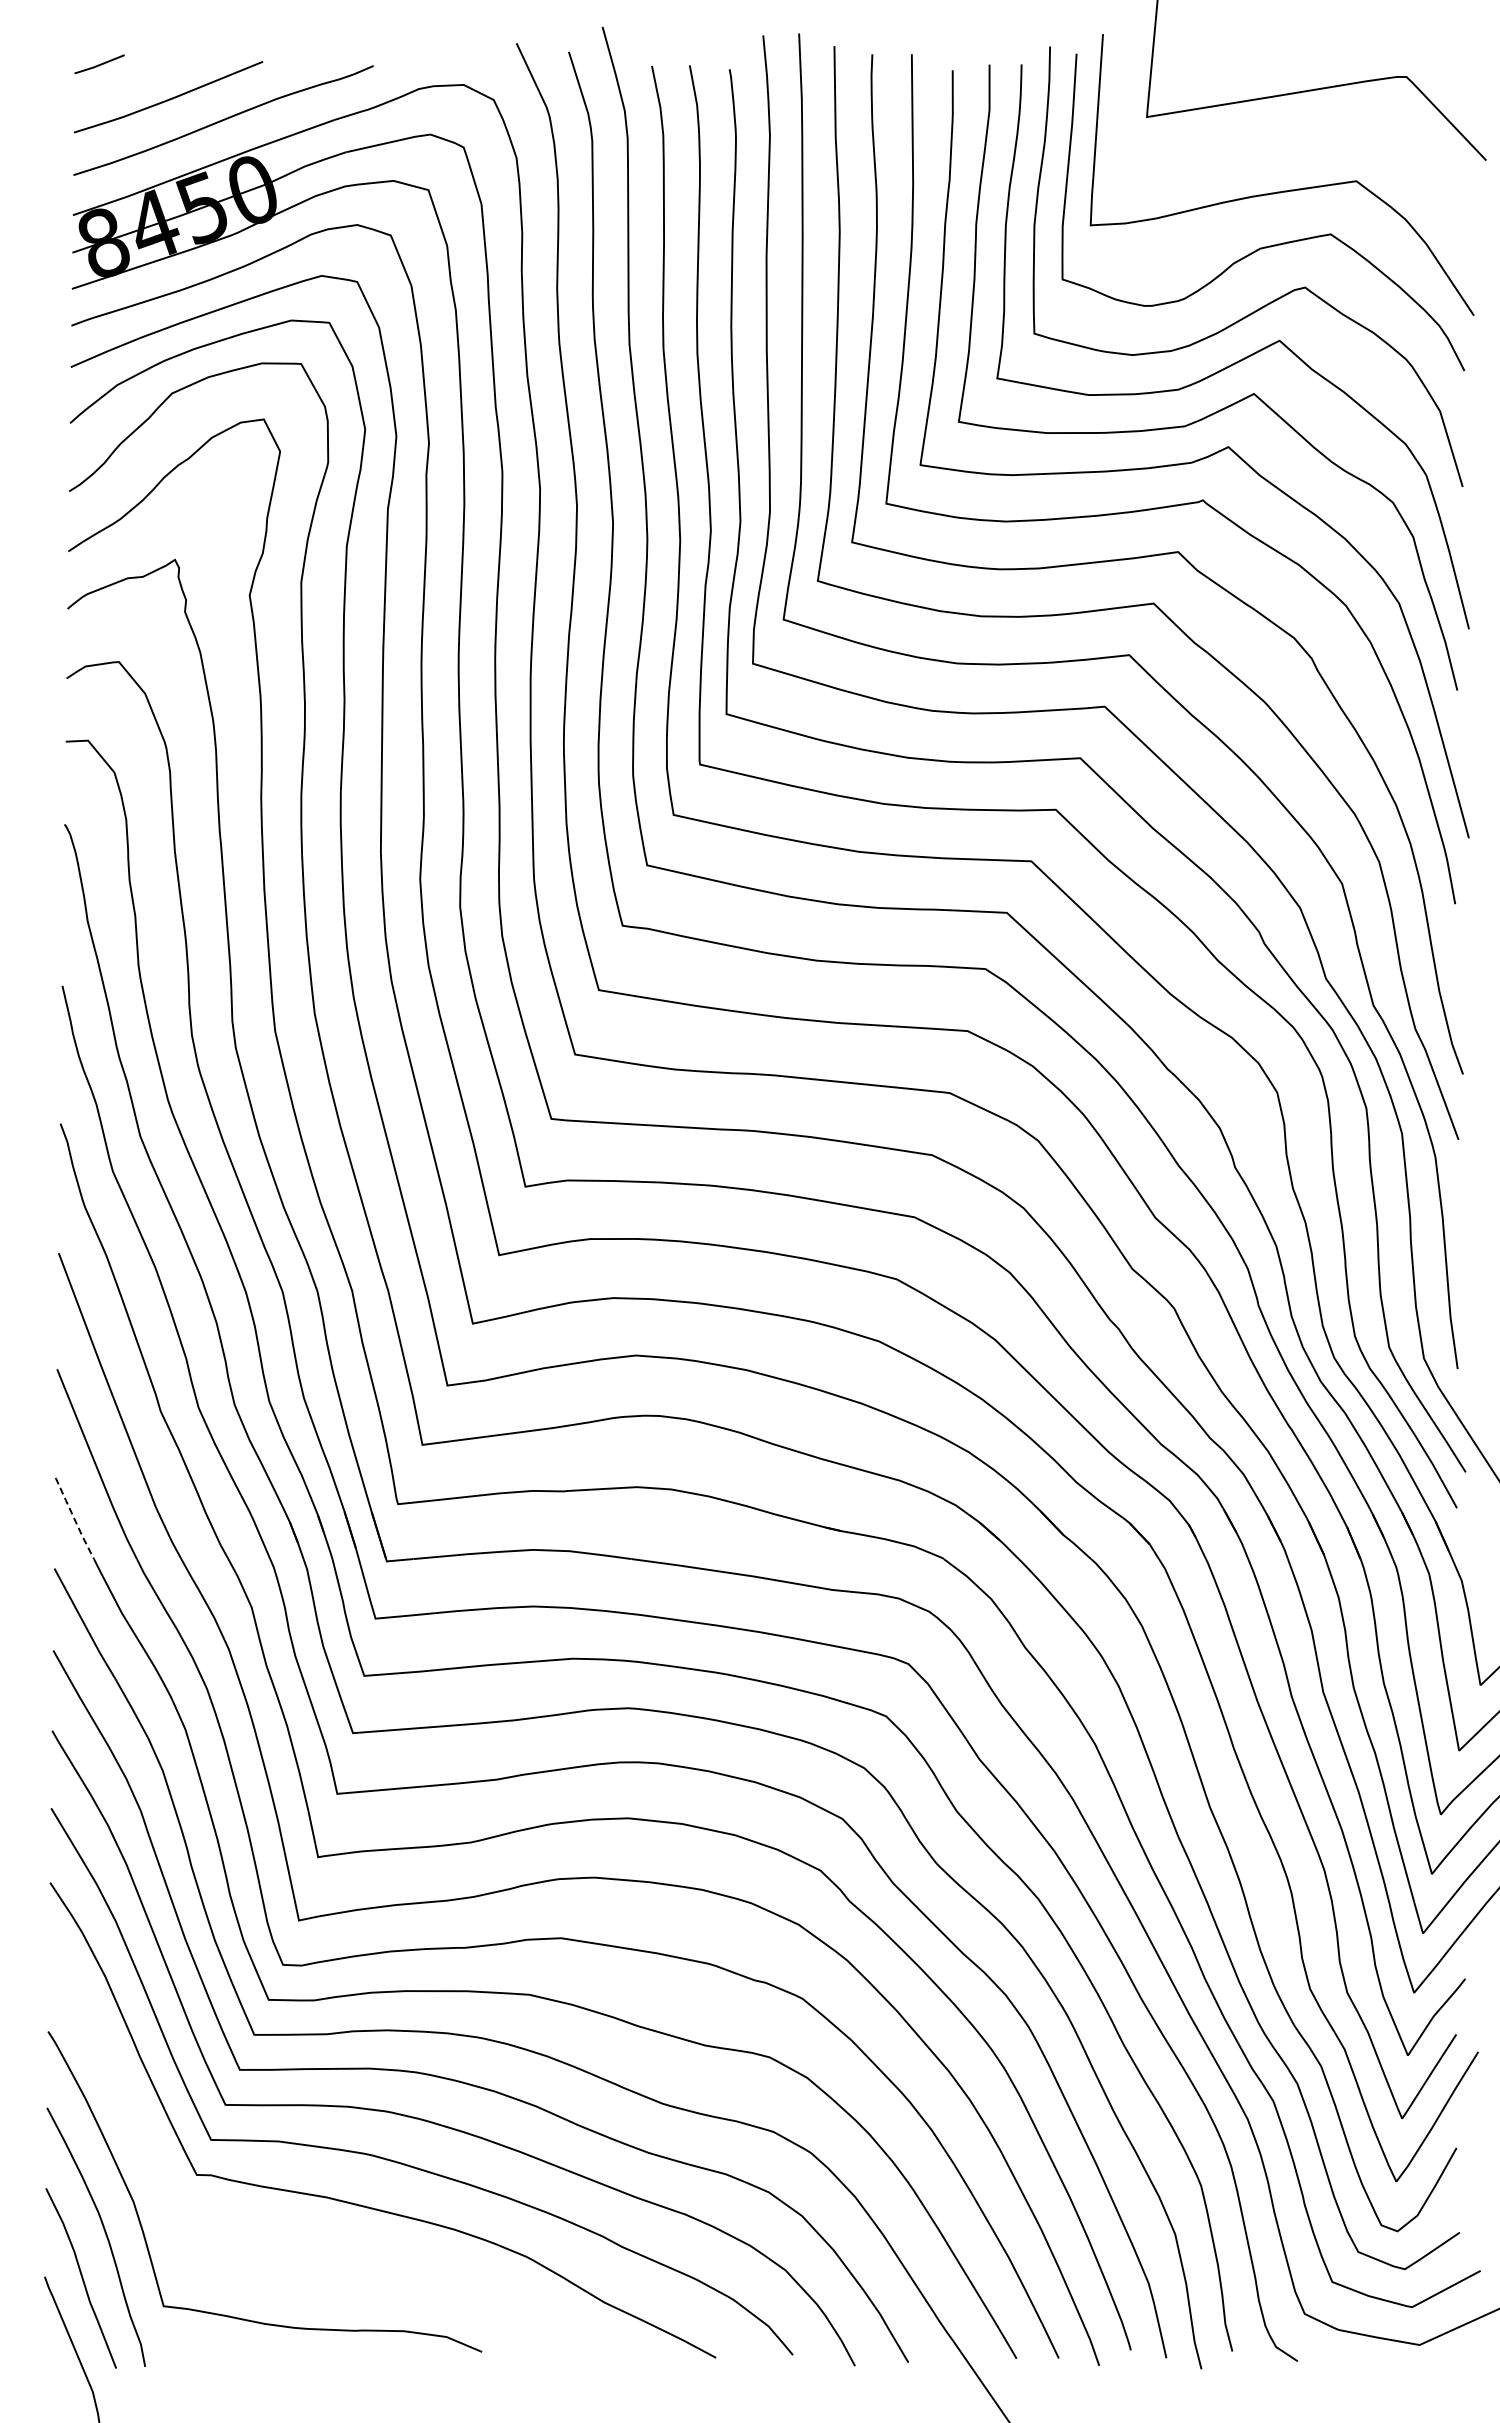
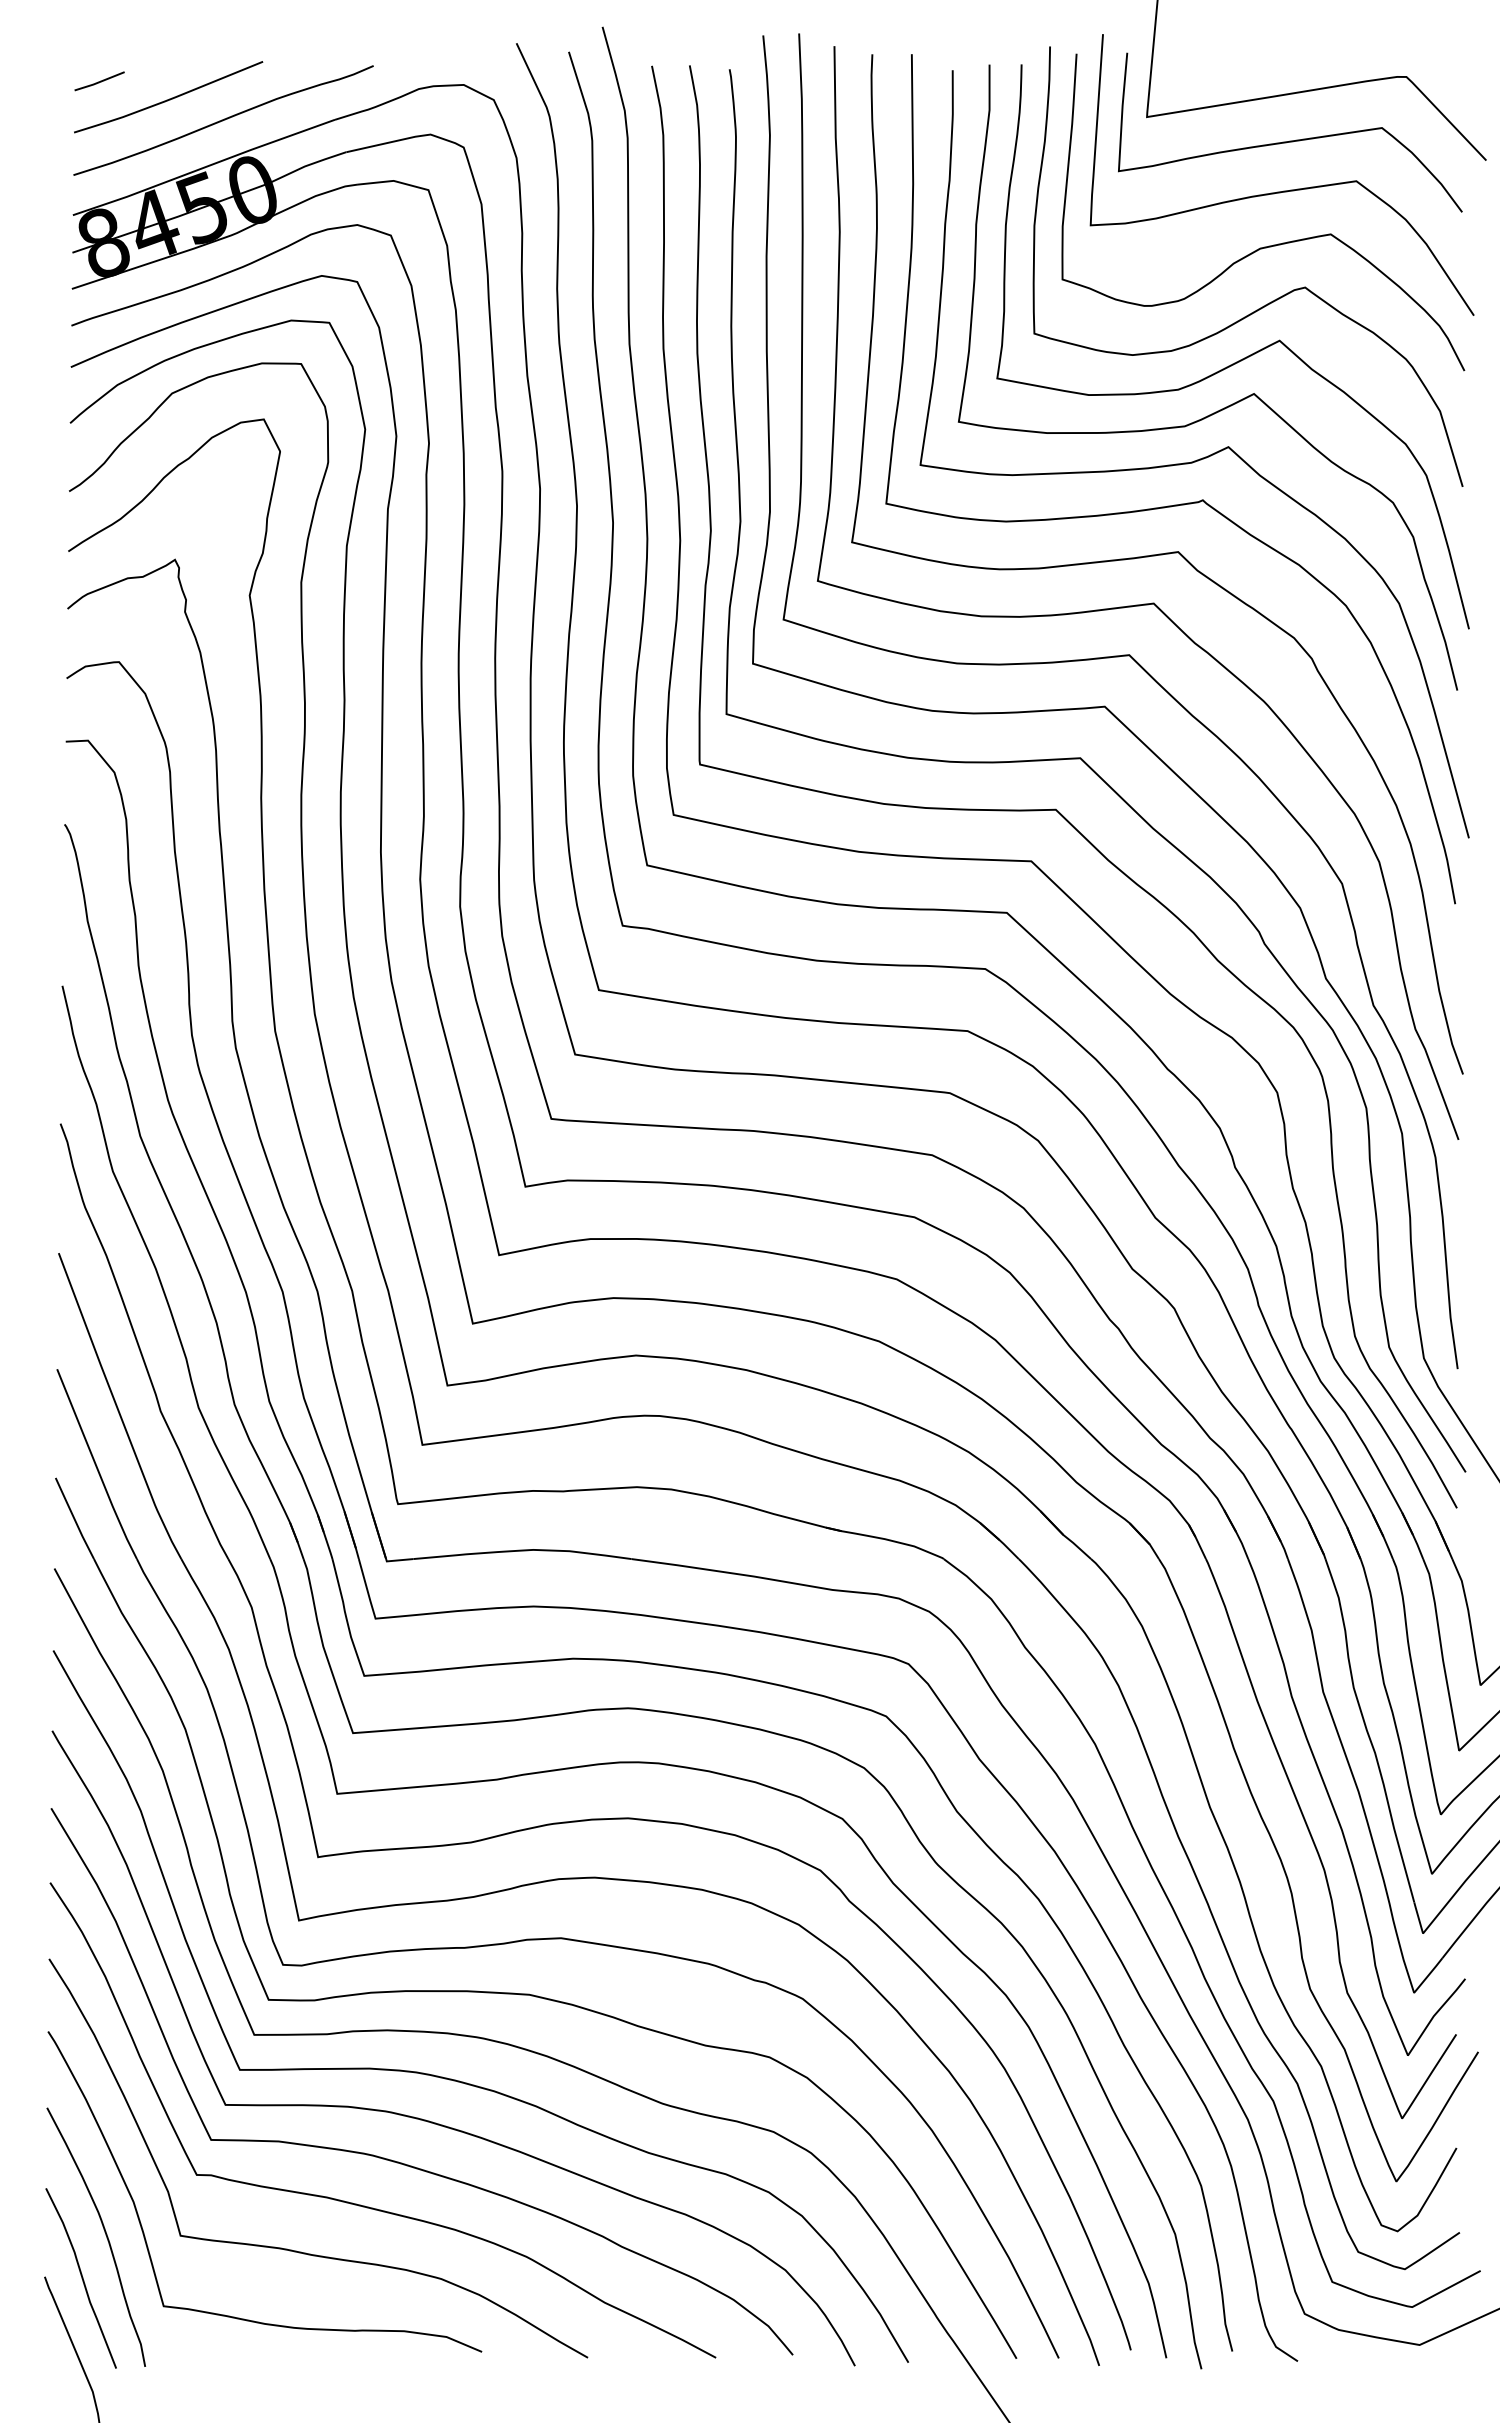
line at (99, 64) position: (99, 64) -> (99, 81)
curve at (1290, 140): none -> present
line at (74, 1519): dashed -> solid
curve at (301, 2251): none -> present
